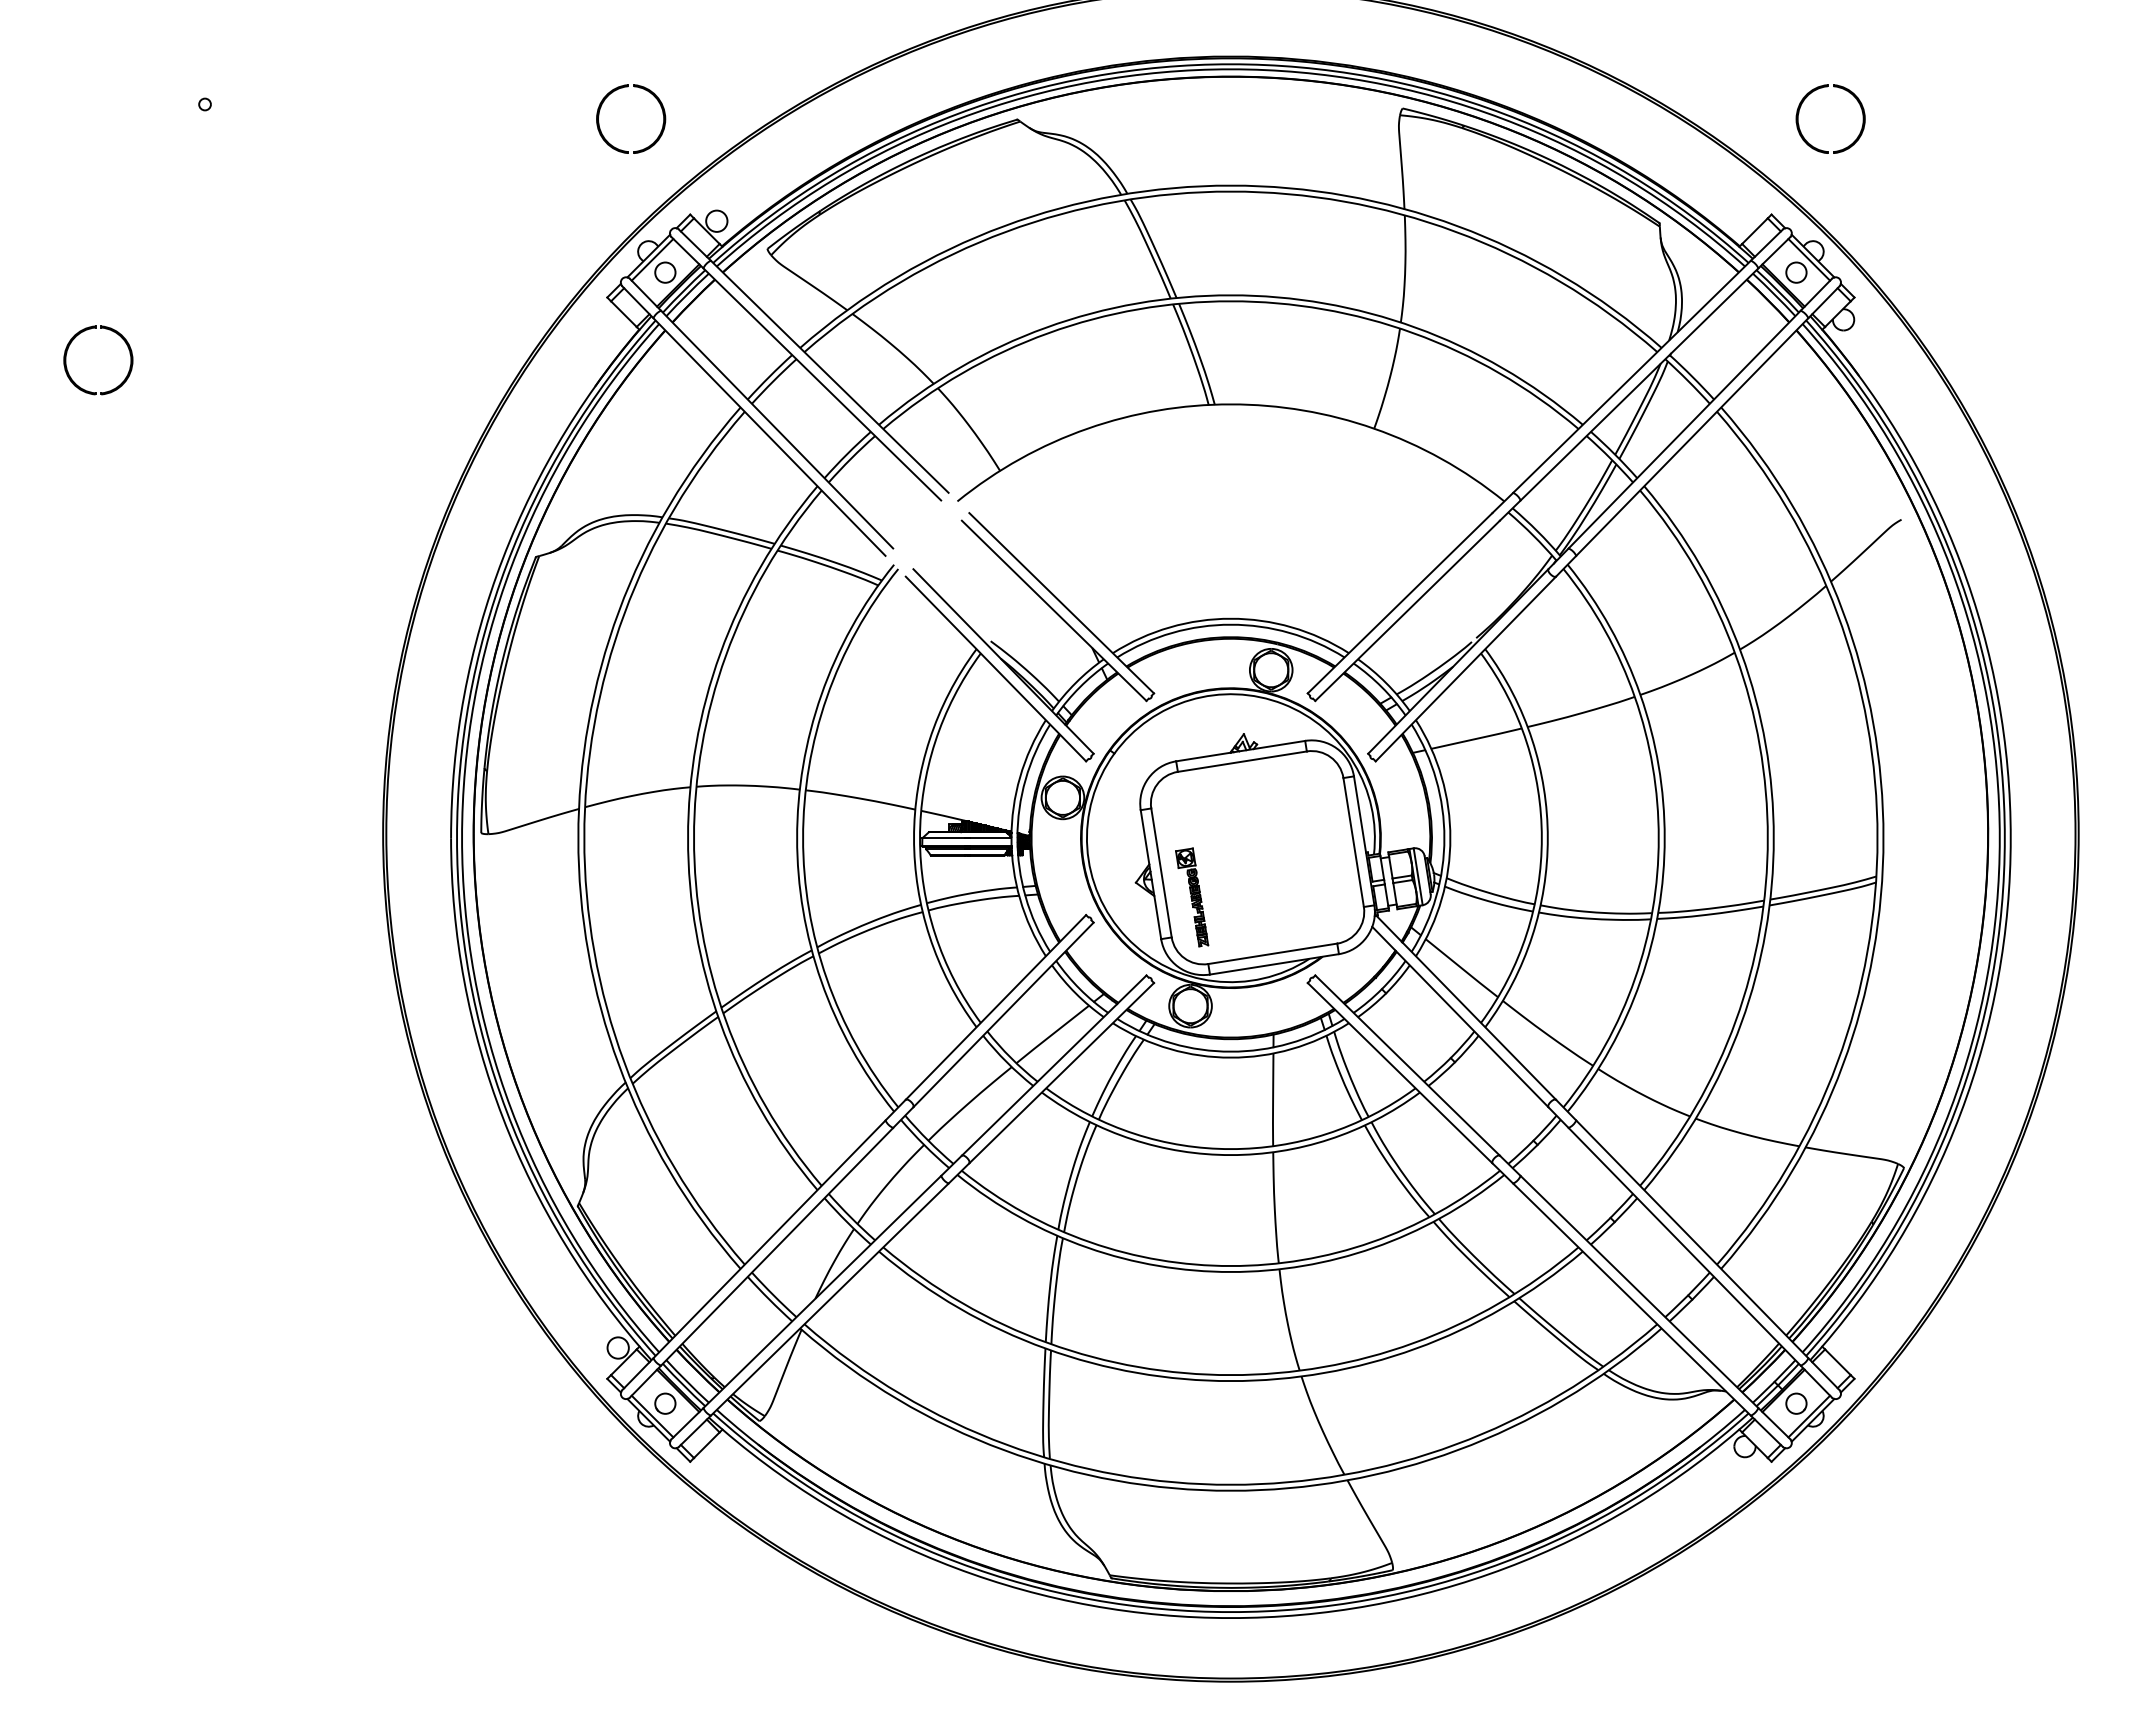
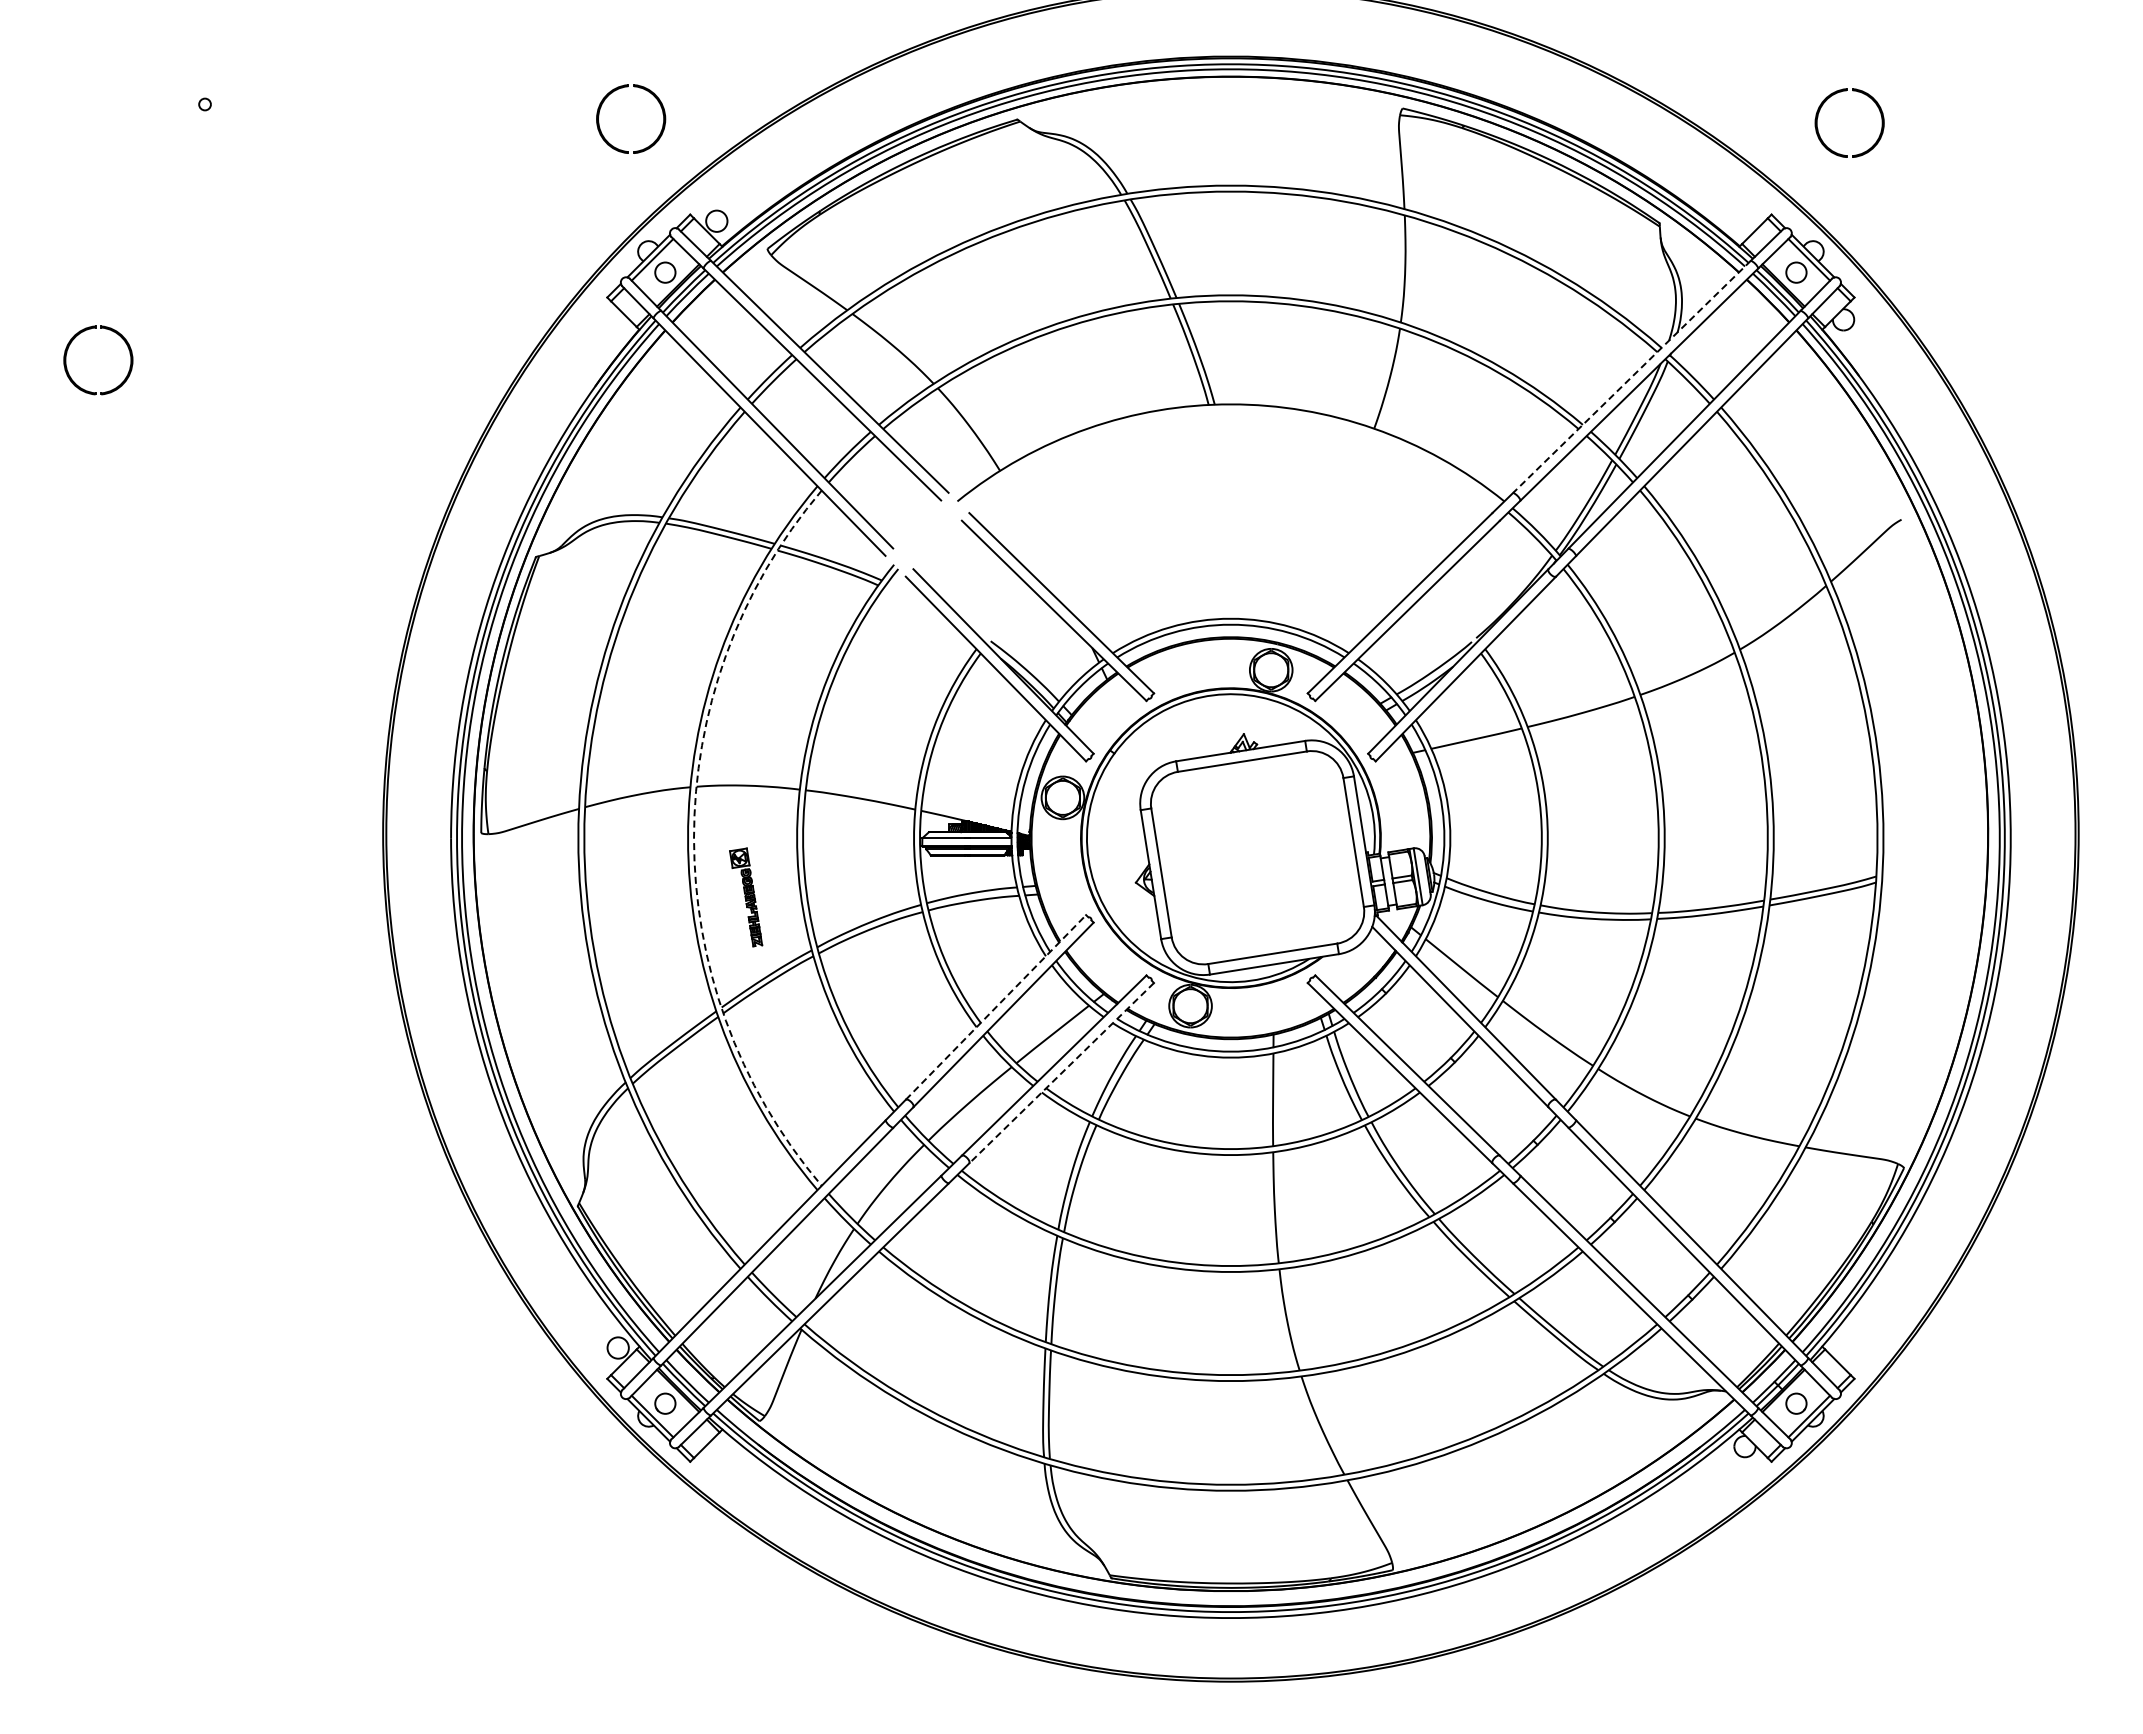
part at (1822, 88) position: (1822, 88) -> (1841, 92)
line at (1631, 377): solid -> dashed
arc at (694, 838): solid -> dashed
part at (1192, 897) position: (1192, 897) -> (746, 897)
line at (996, 1007): solid -> dashed
line at (1061, 1073): solid -> dashed
